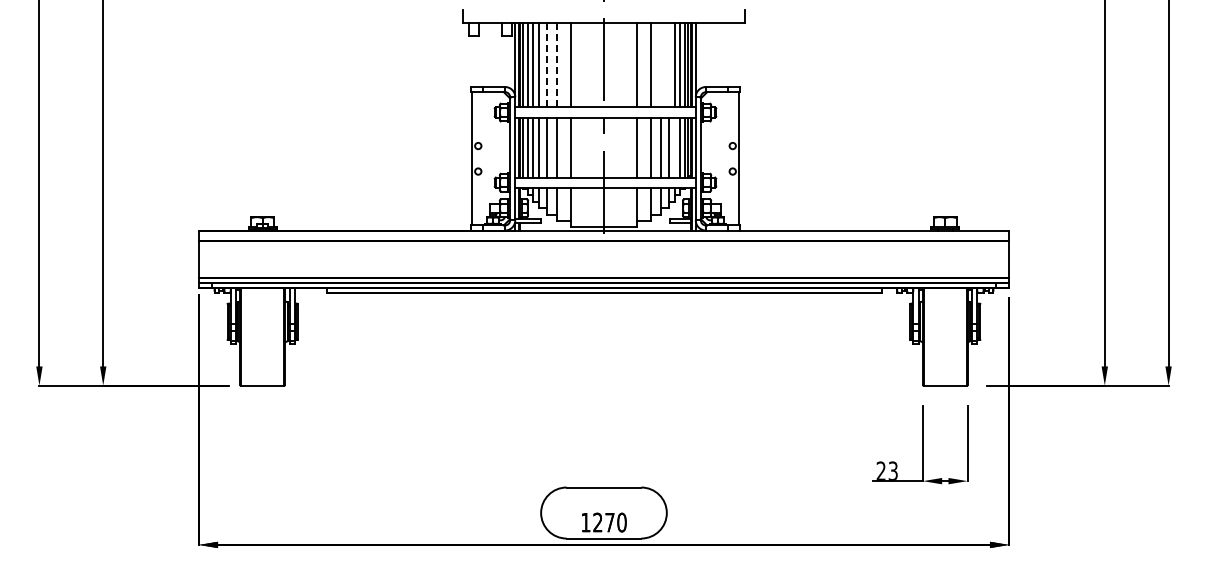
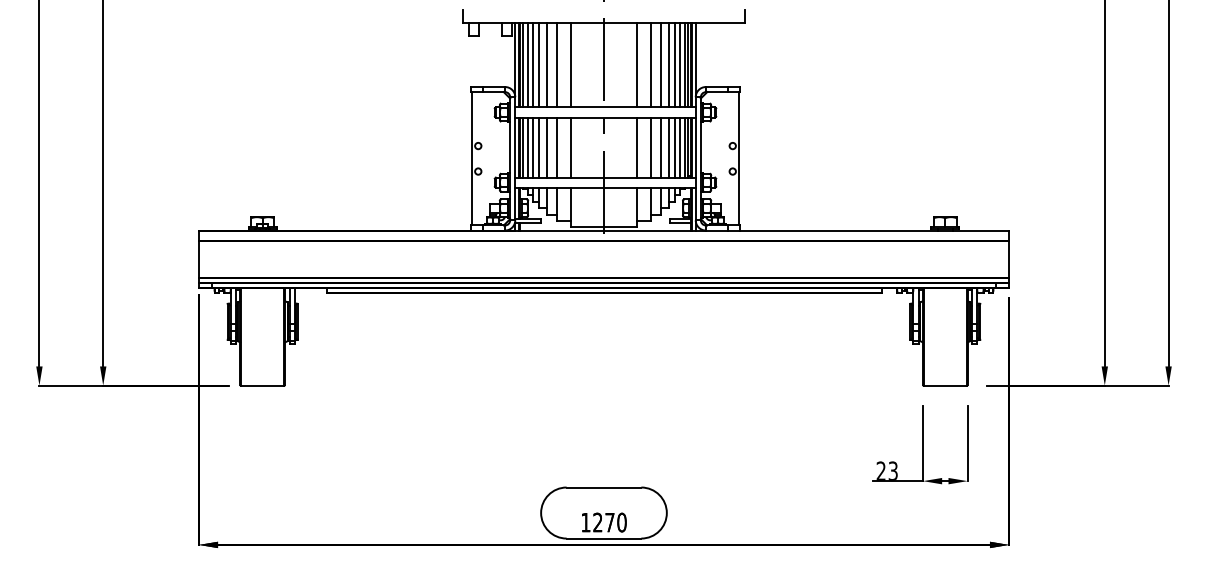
line at (547, 65): dashed -> solid
line at (556, 65): dashed -> solid
line at (660, 65): none -> present
line at (668, 65): none -> present
line at (674, 147): none -> present
